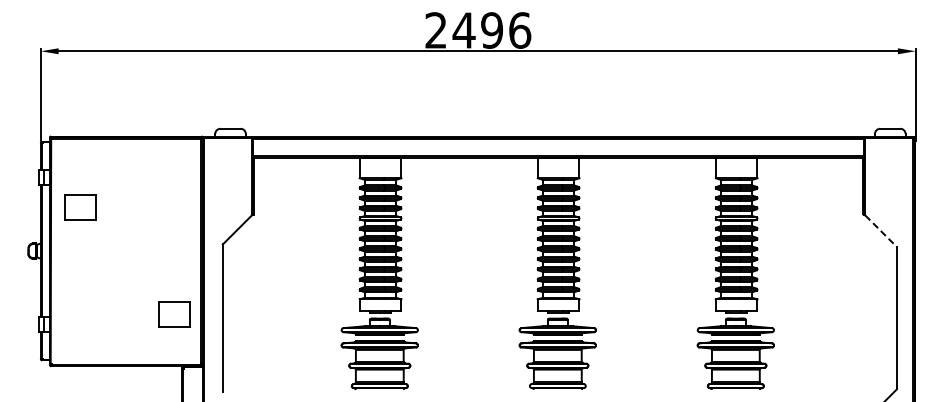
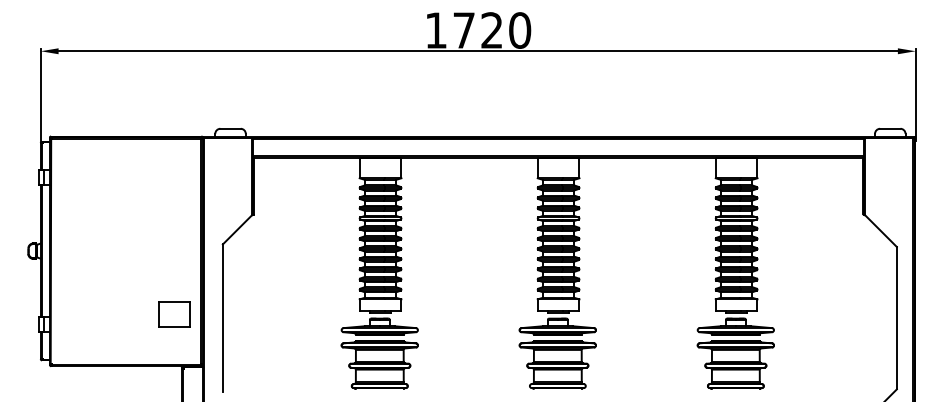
text at (478, 30): 2496 -> 1720
part at (80, 207): present -> none
line at (881, 231): dashed -> solid
